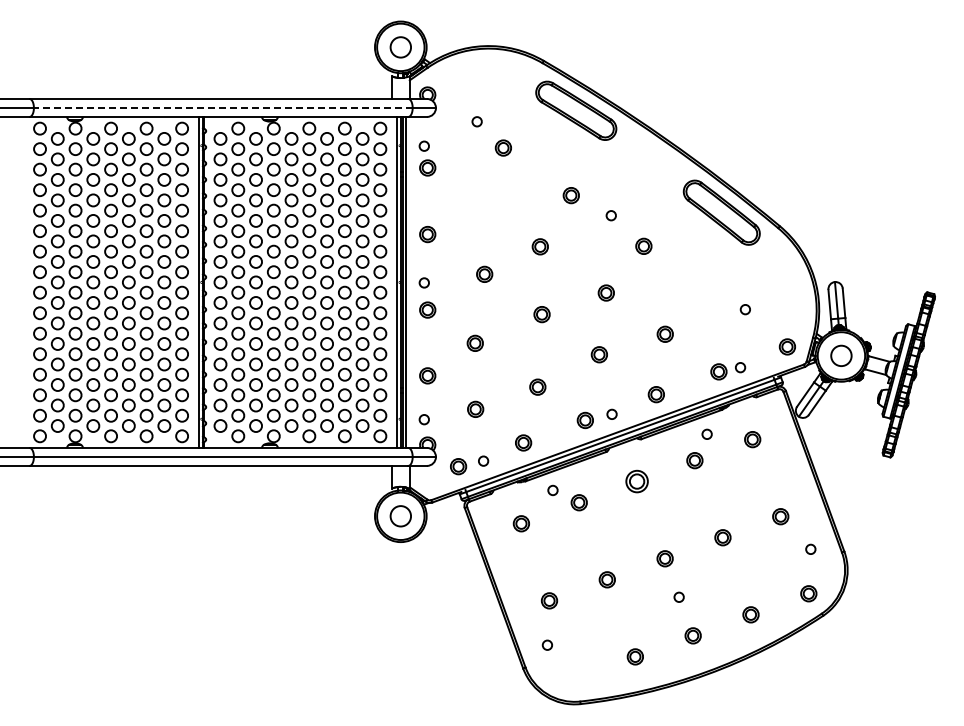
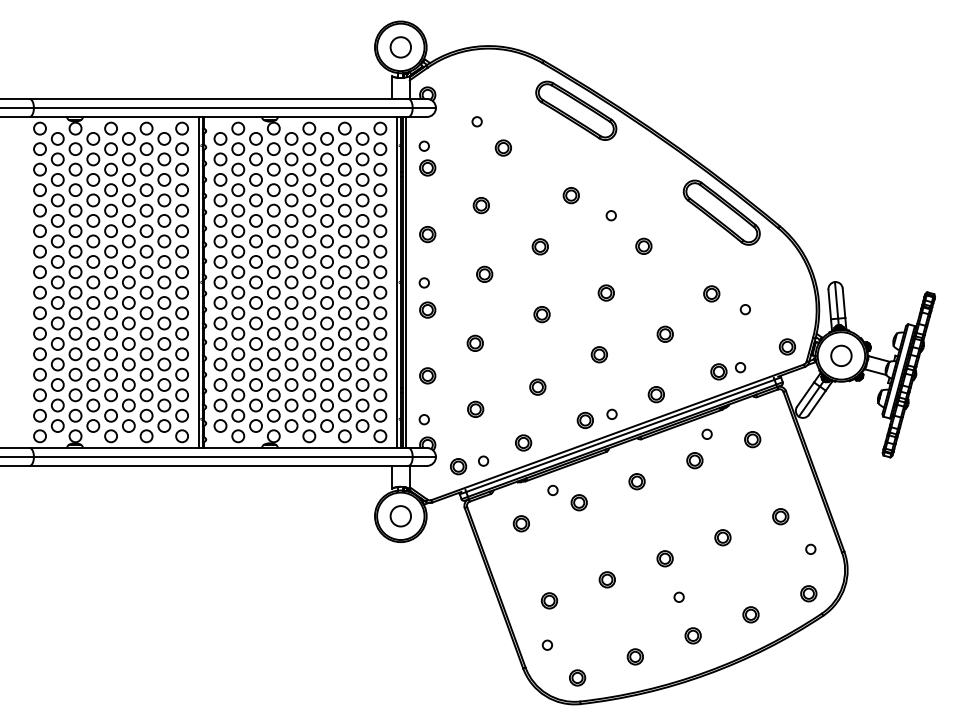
line at (222, 107): dashed -> solid
part at (480, 205): none -> present
part at (711, 293): none -> present
part at (636, 481) size: 24x25 px -> 18x18 px
part at (577, 677): none -> present
